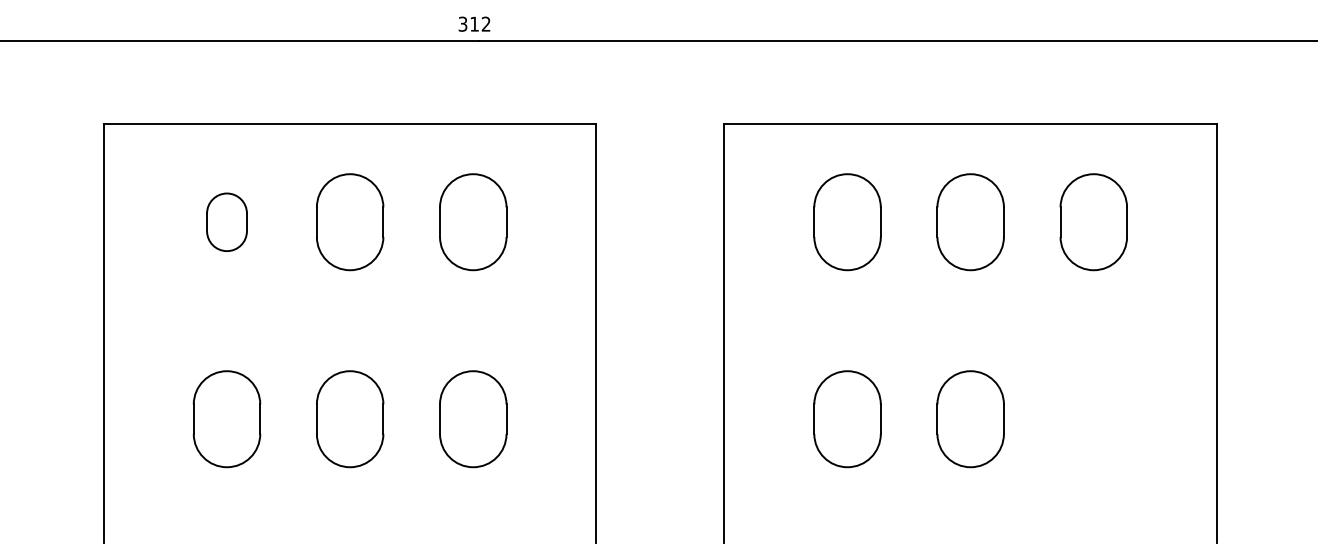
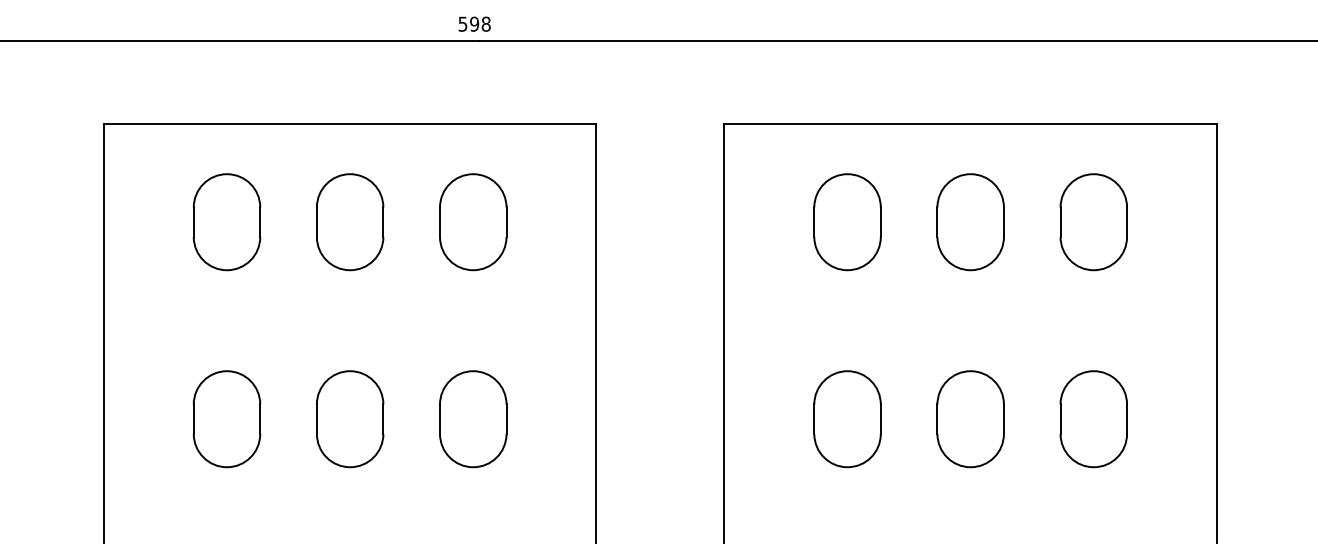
text at (474, 23): 312 -> 598
part at (226, 221) size: 42x60 px -> 70x99 px
part at (1093, 419): none -> present
